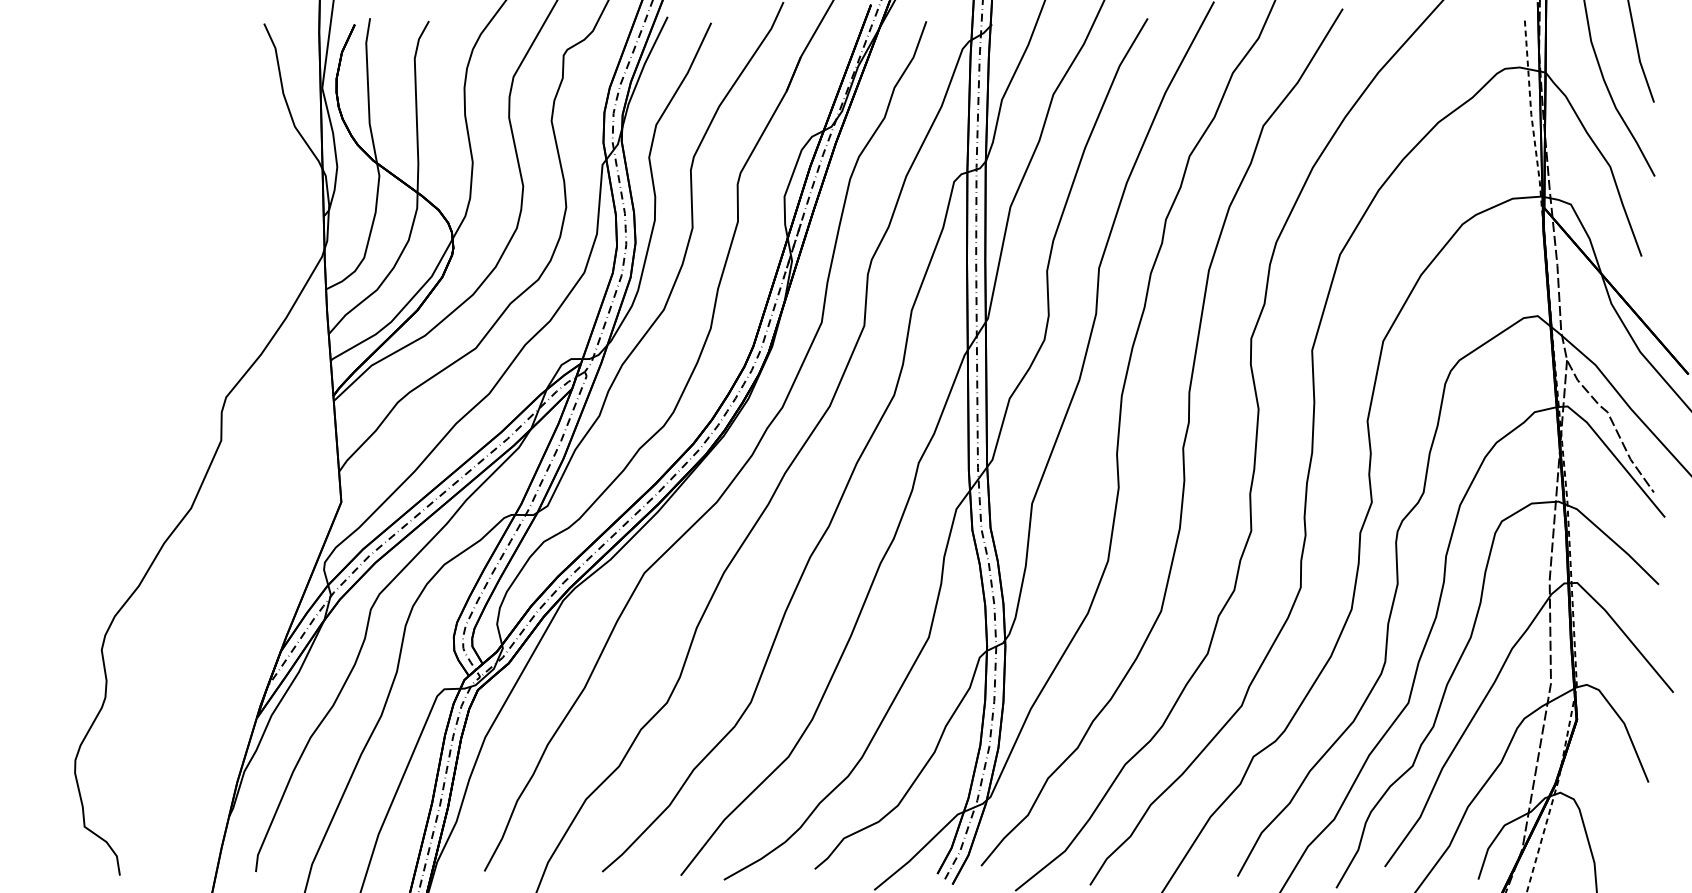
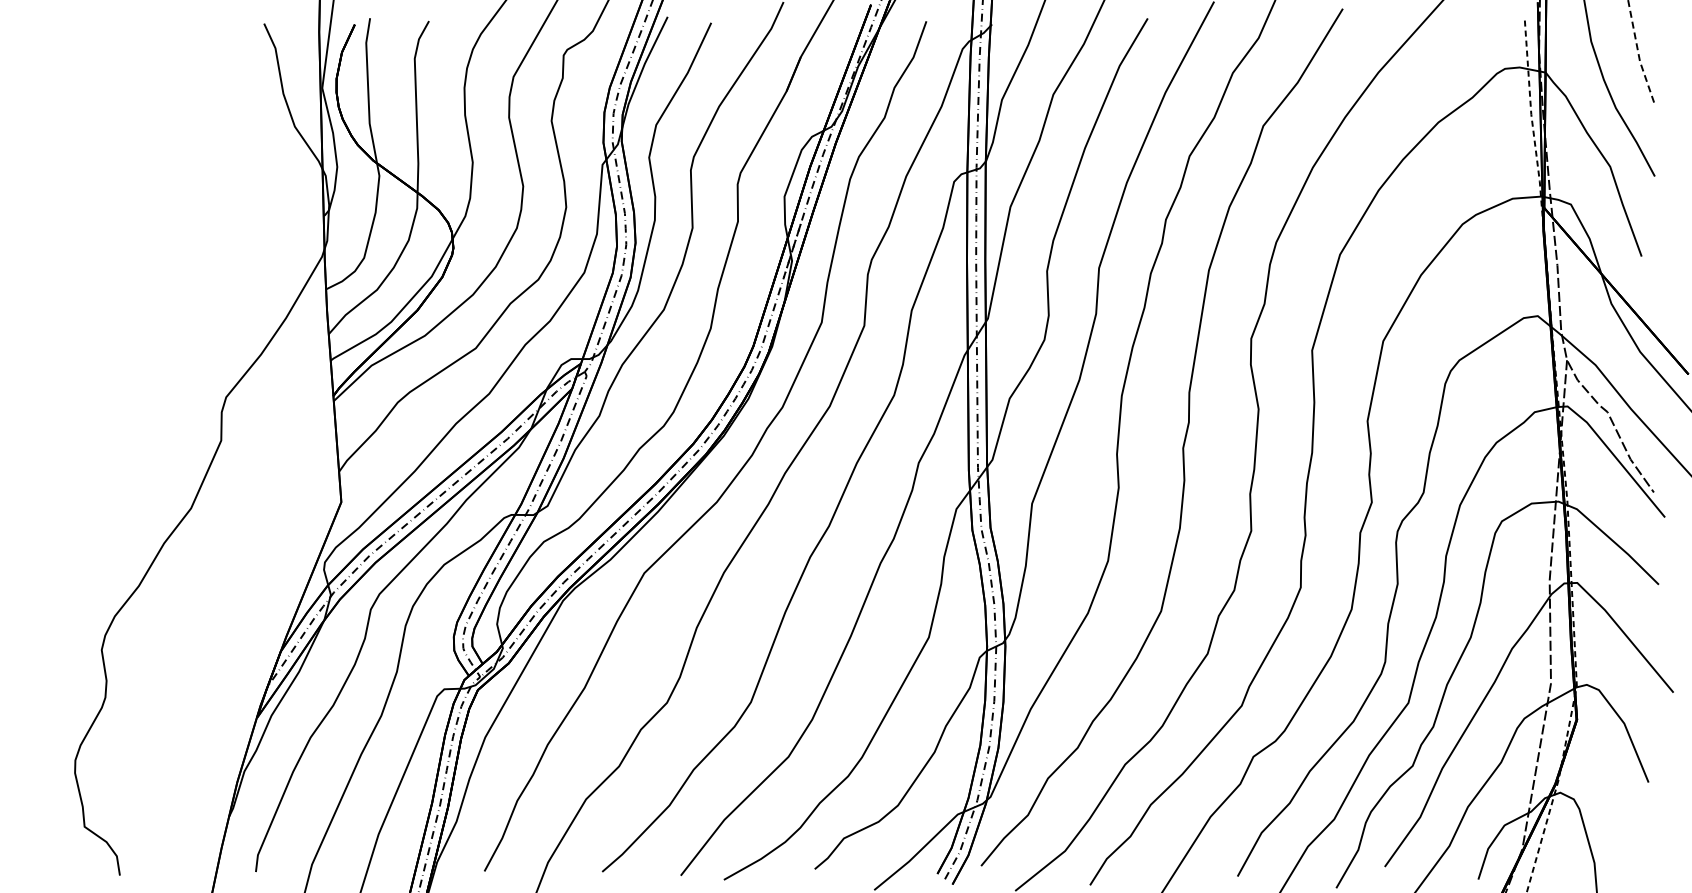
line at (1638, 53): solid -> dashed
